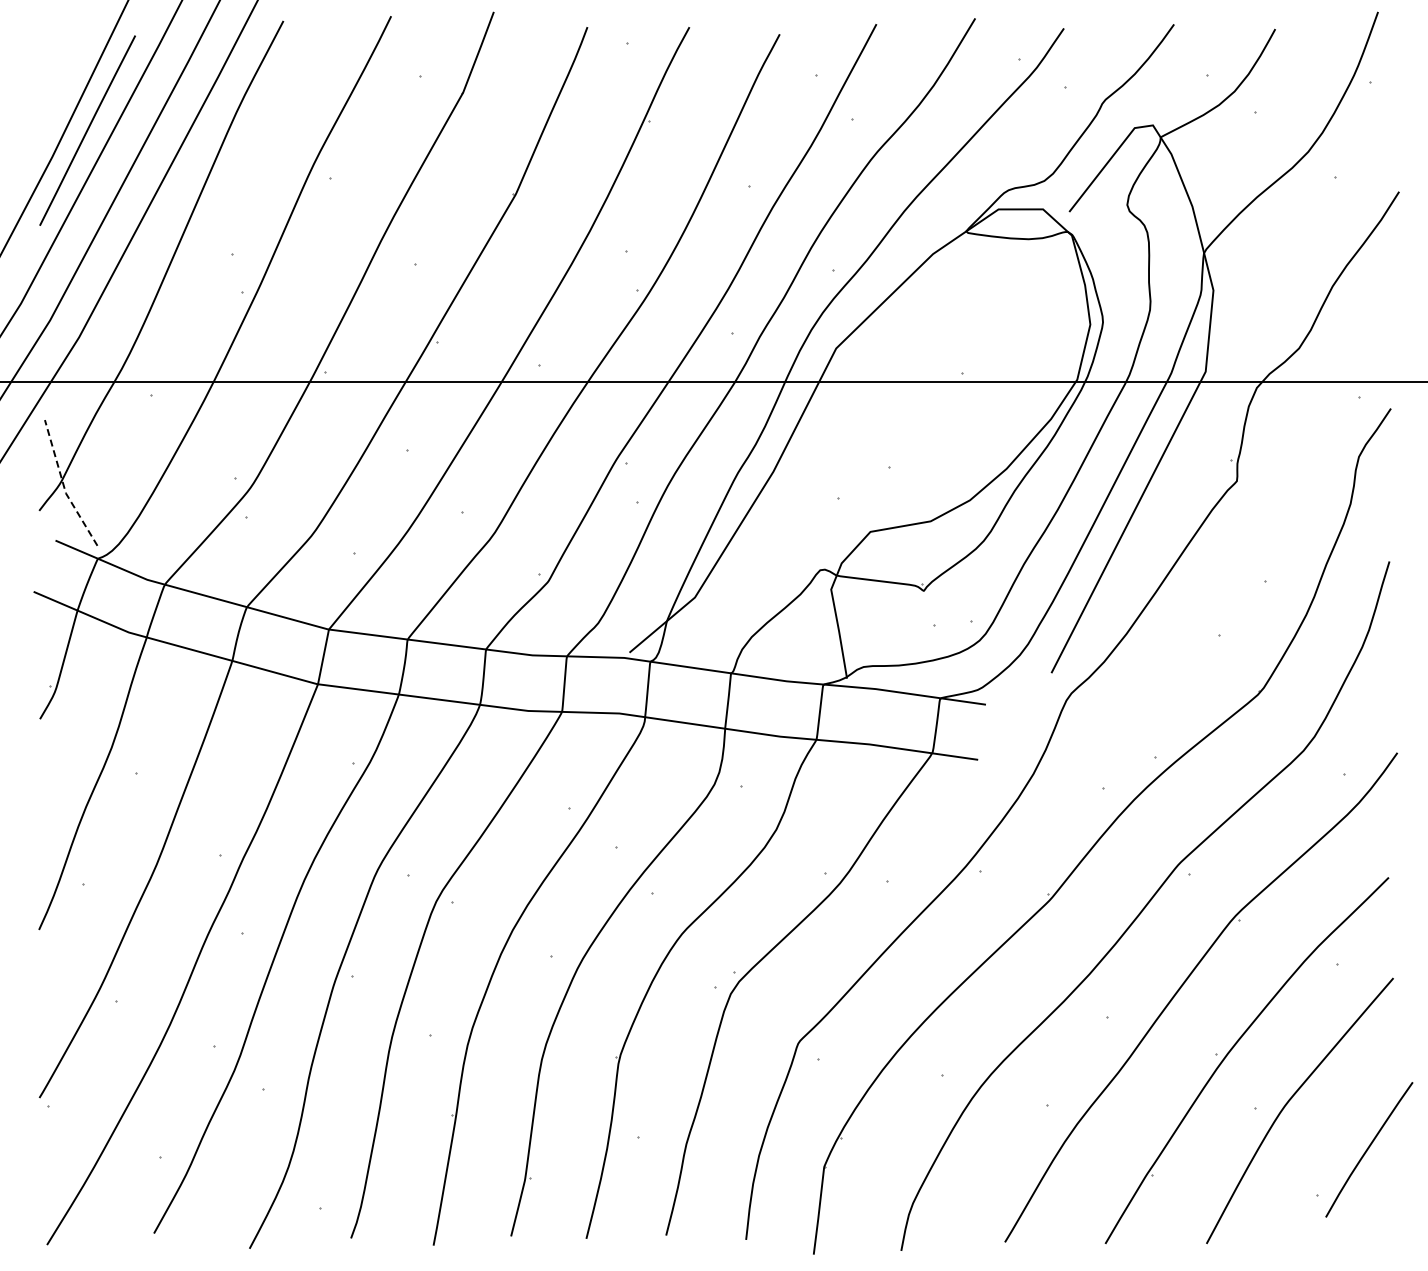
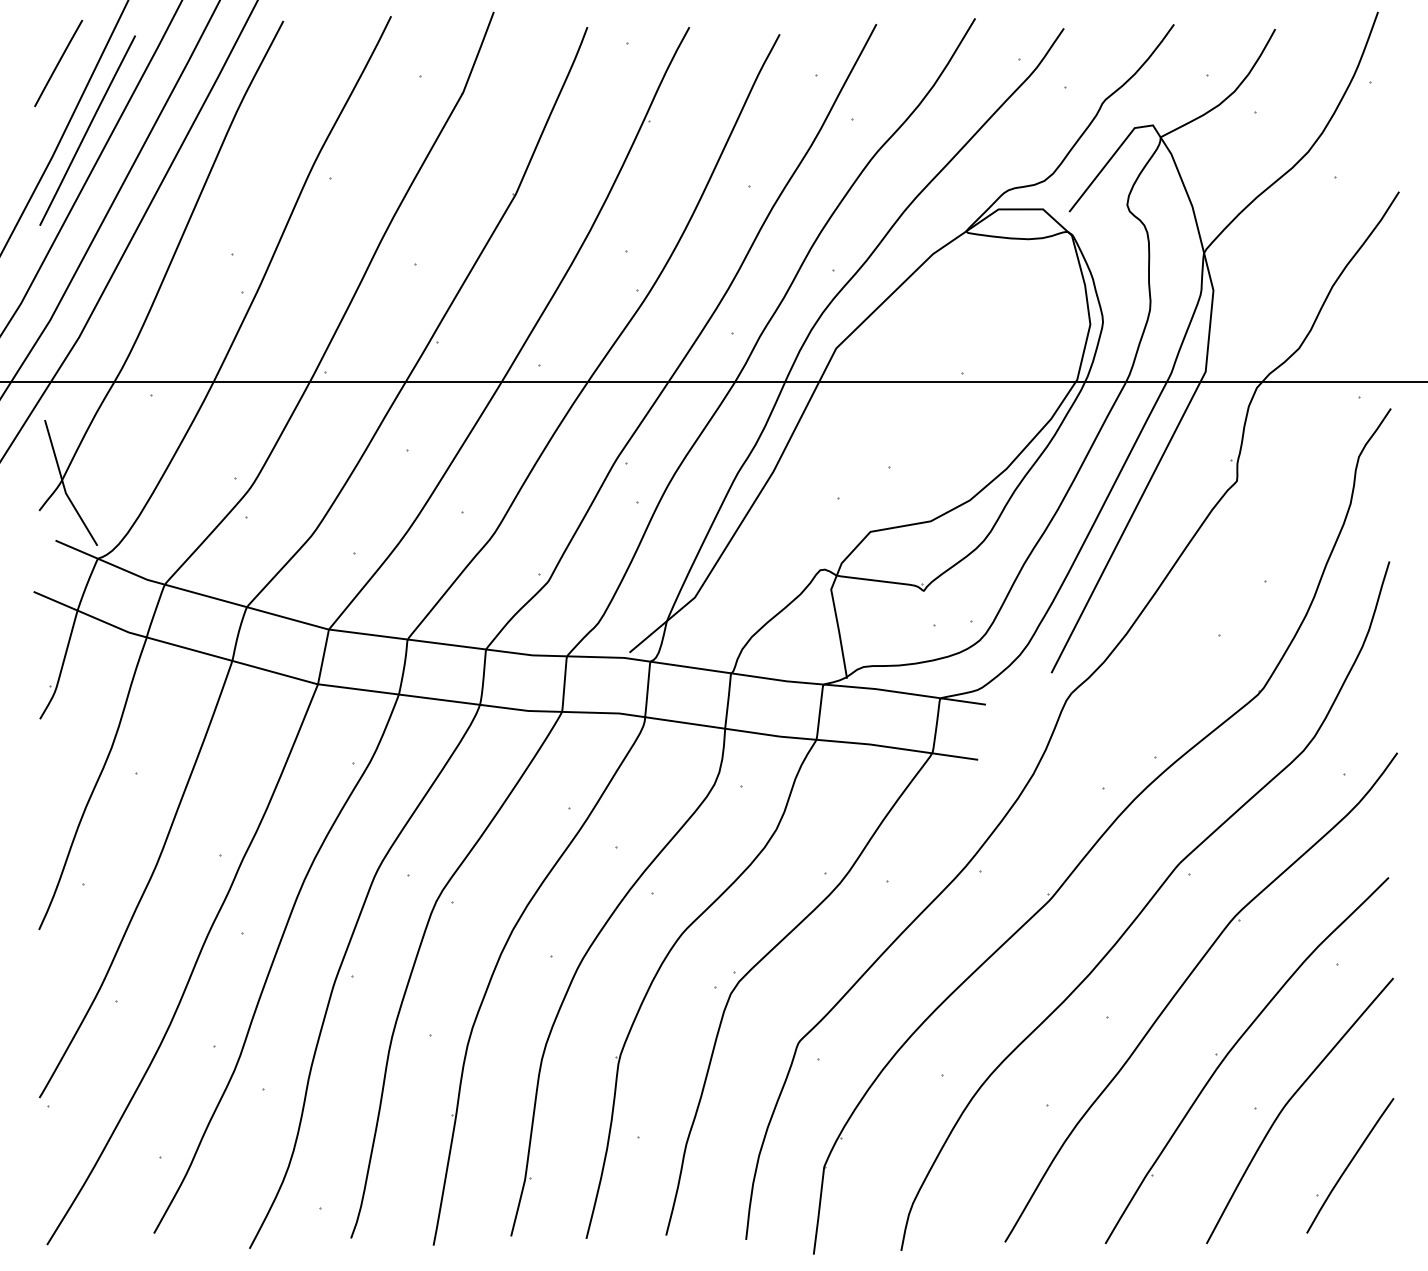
line at (58, 63): none -> present
line at (64, 486): dashed -> solid
curve at (1369, 1148) position: (1369, 1148) -> (1350, 1164)
